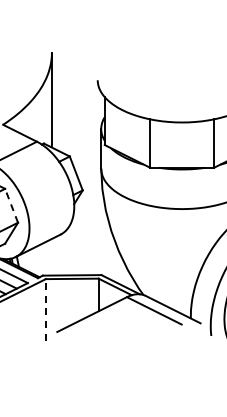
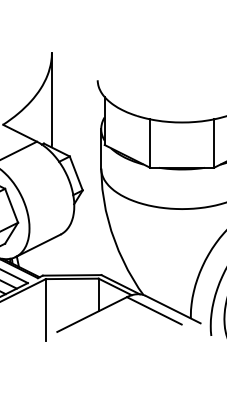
line at (11, 205): dashed -> solid
line at (45, 309): dashed -> solid
